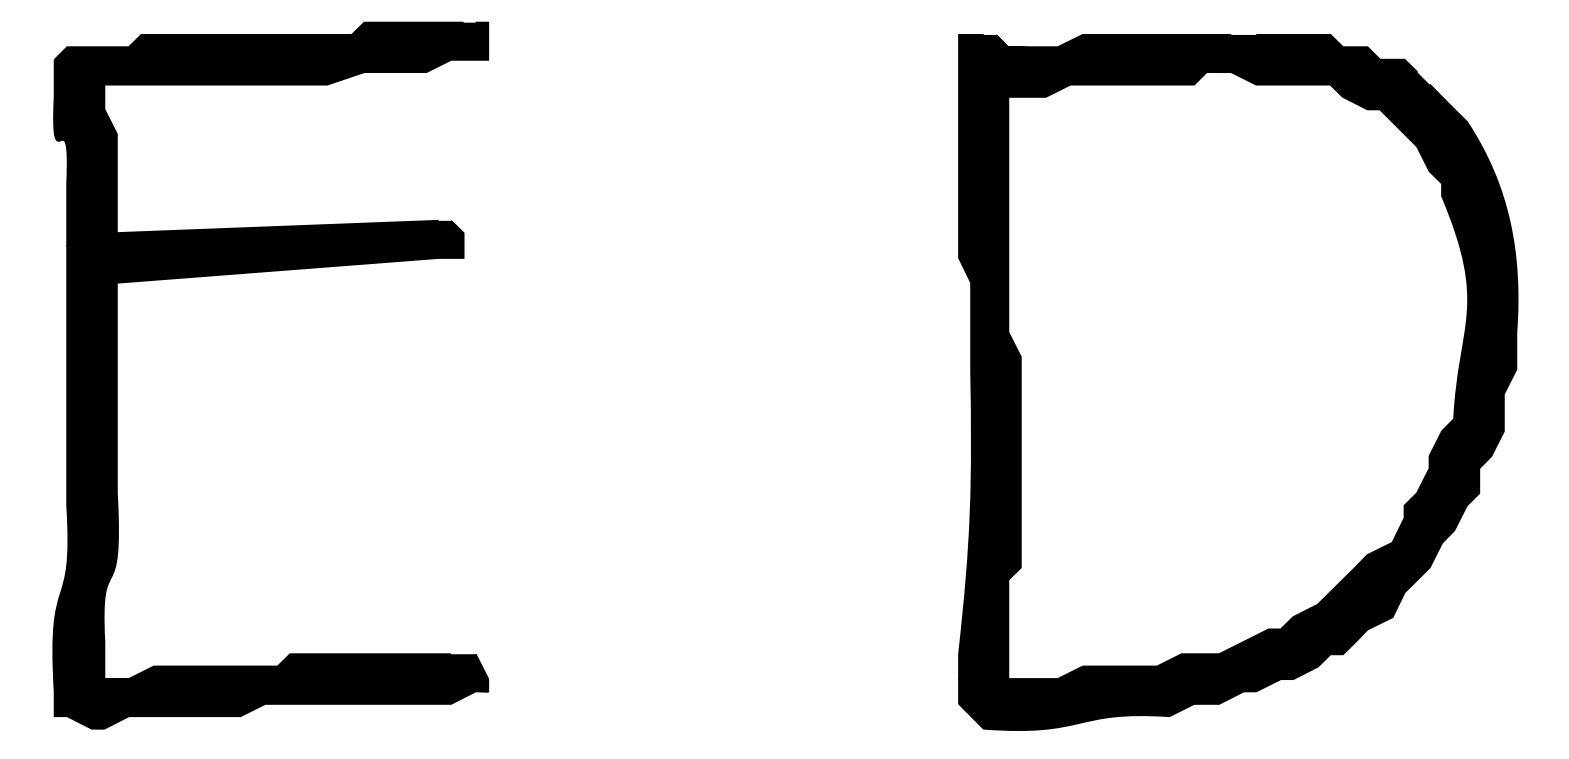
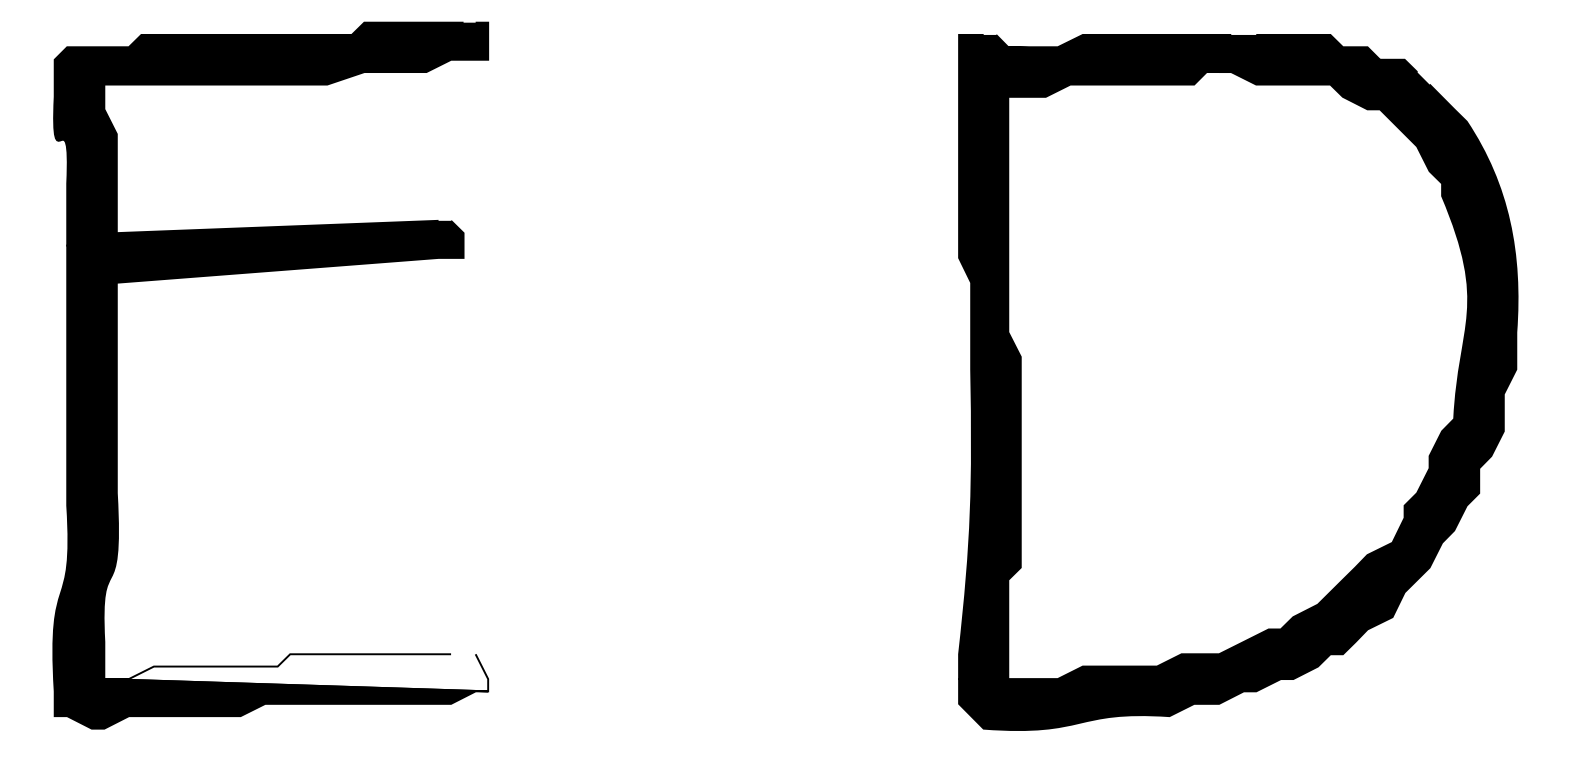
fill at (296, 672): present -> none
